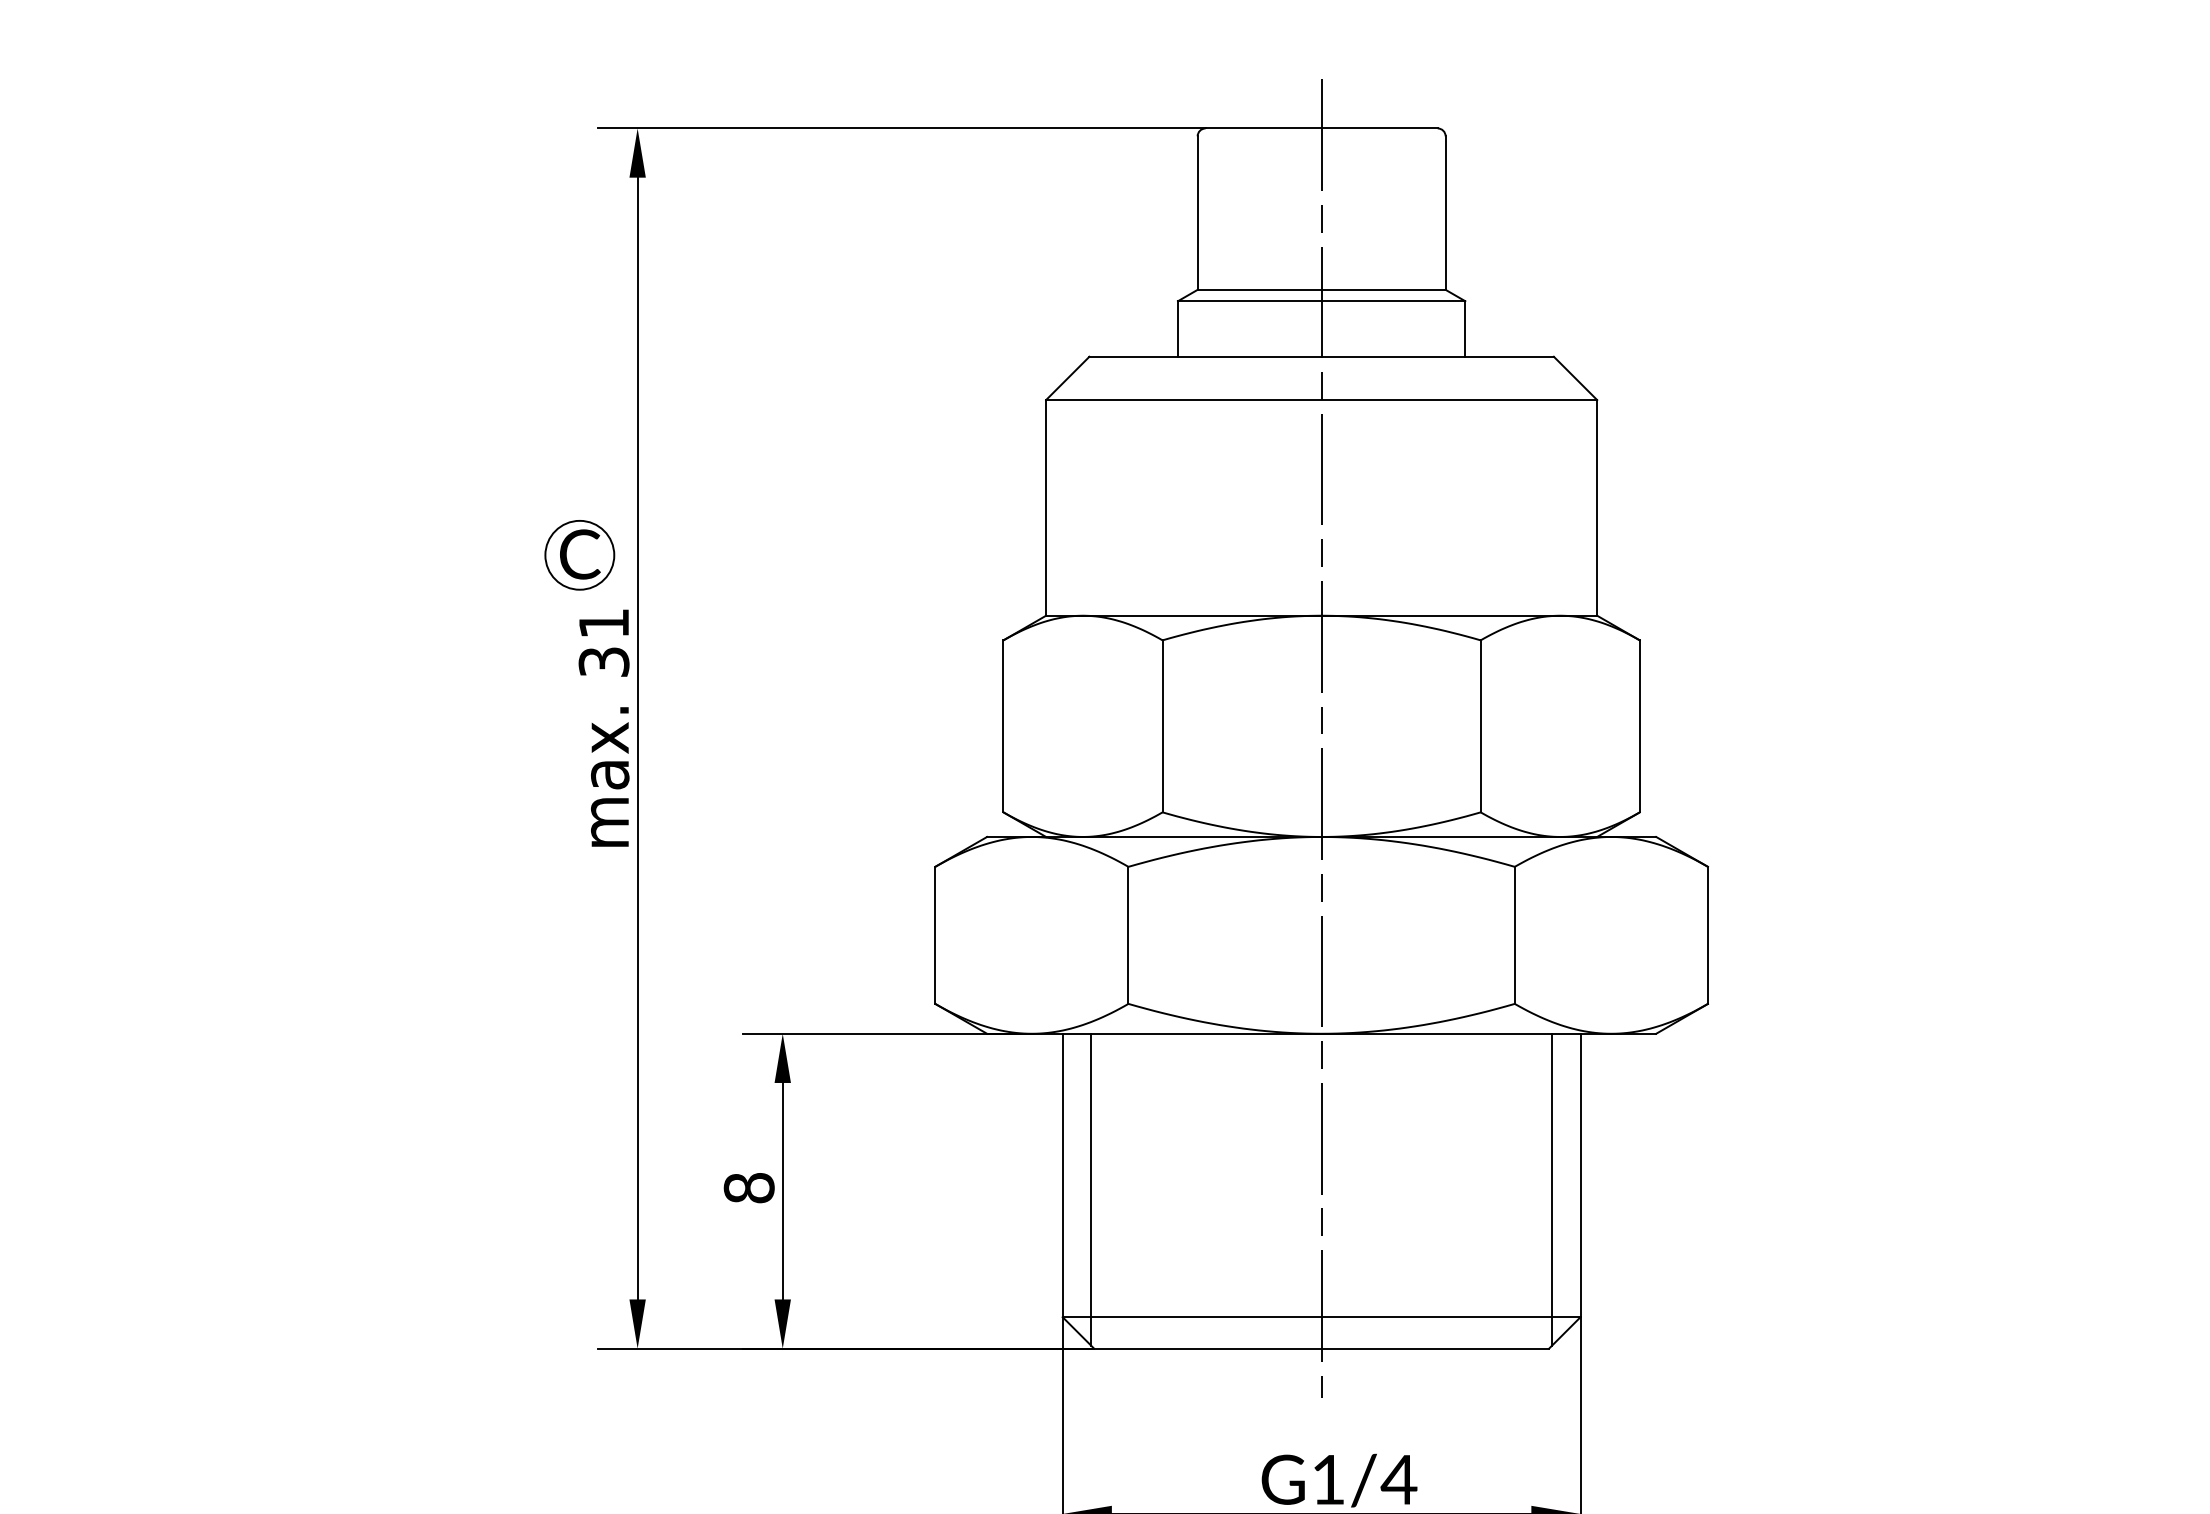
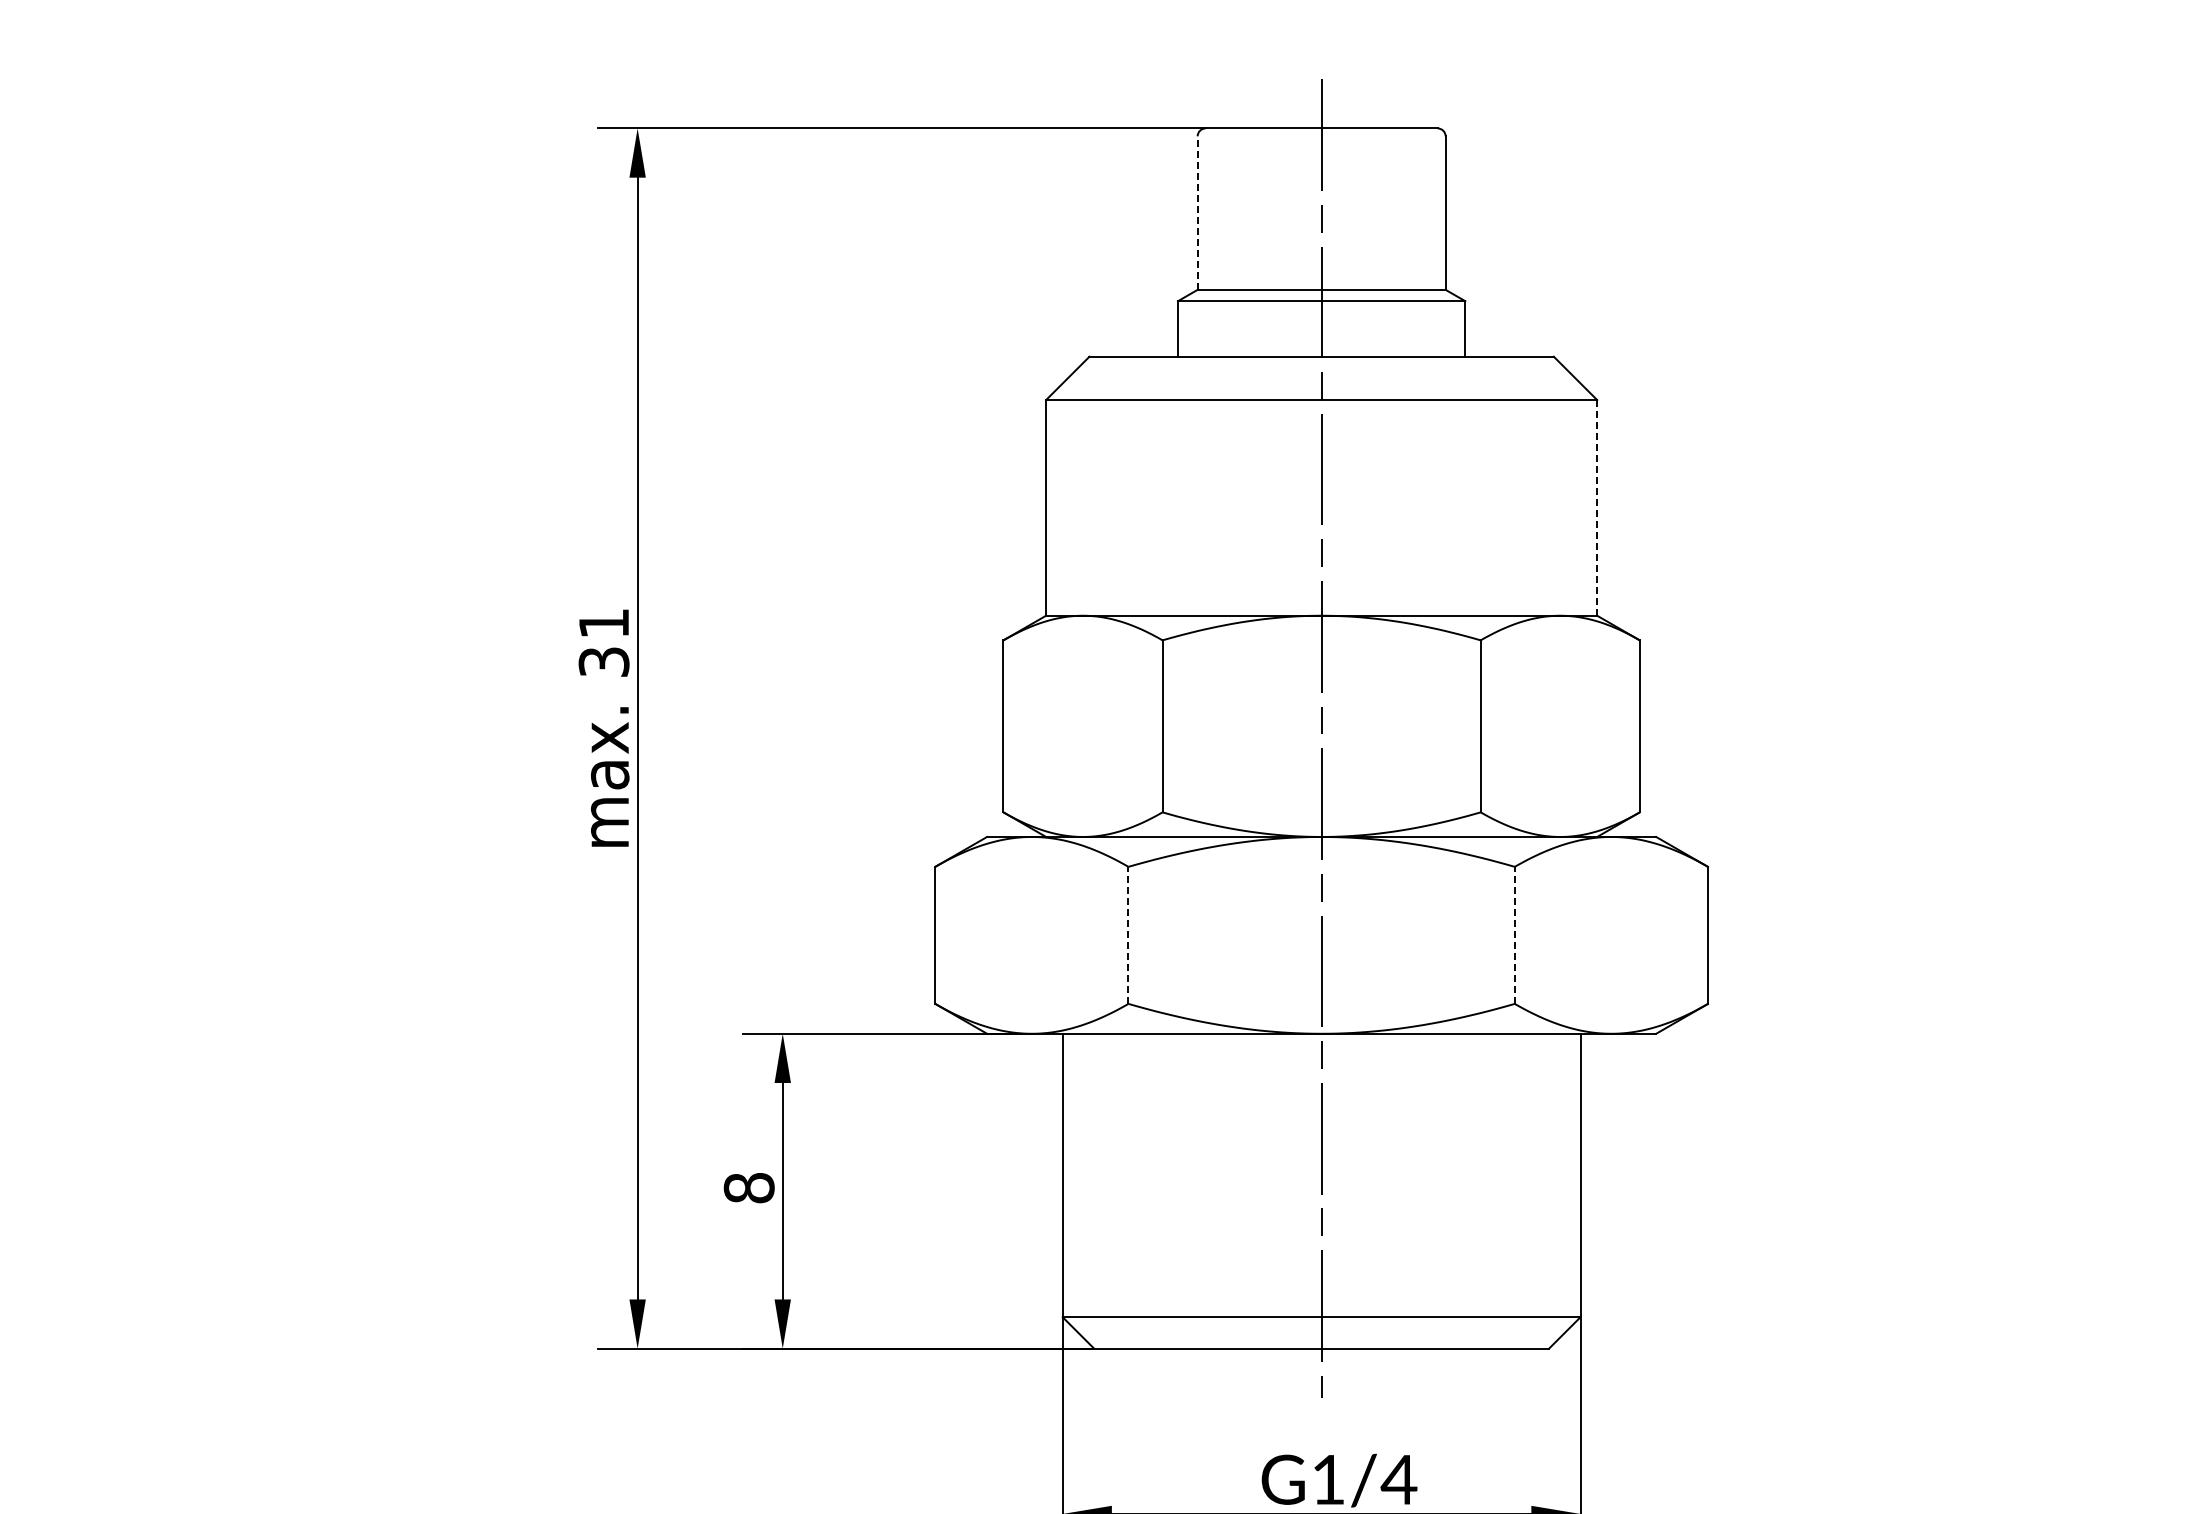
line at (1197, 213): solid -> dashed
line at (1597, 507): solid -> dashed
part at (579, 555): present -> none
line at (1128, 935): solid -> dashed
line at (1514, 935): solid -> dashed
line at (1091, 1189): present -> none
line at (1551, 1189): present -> none
